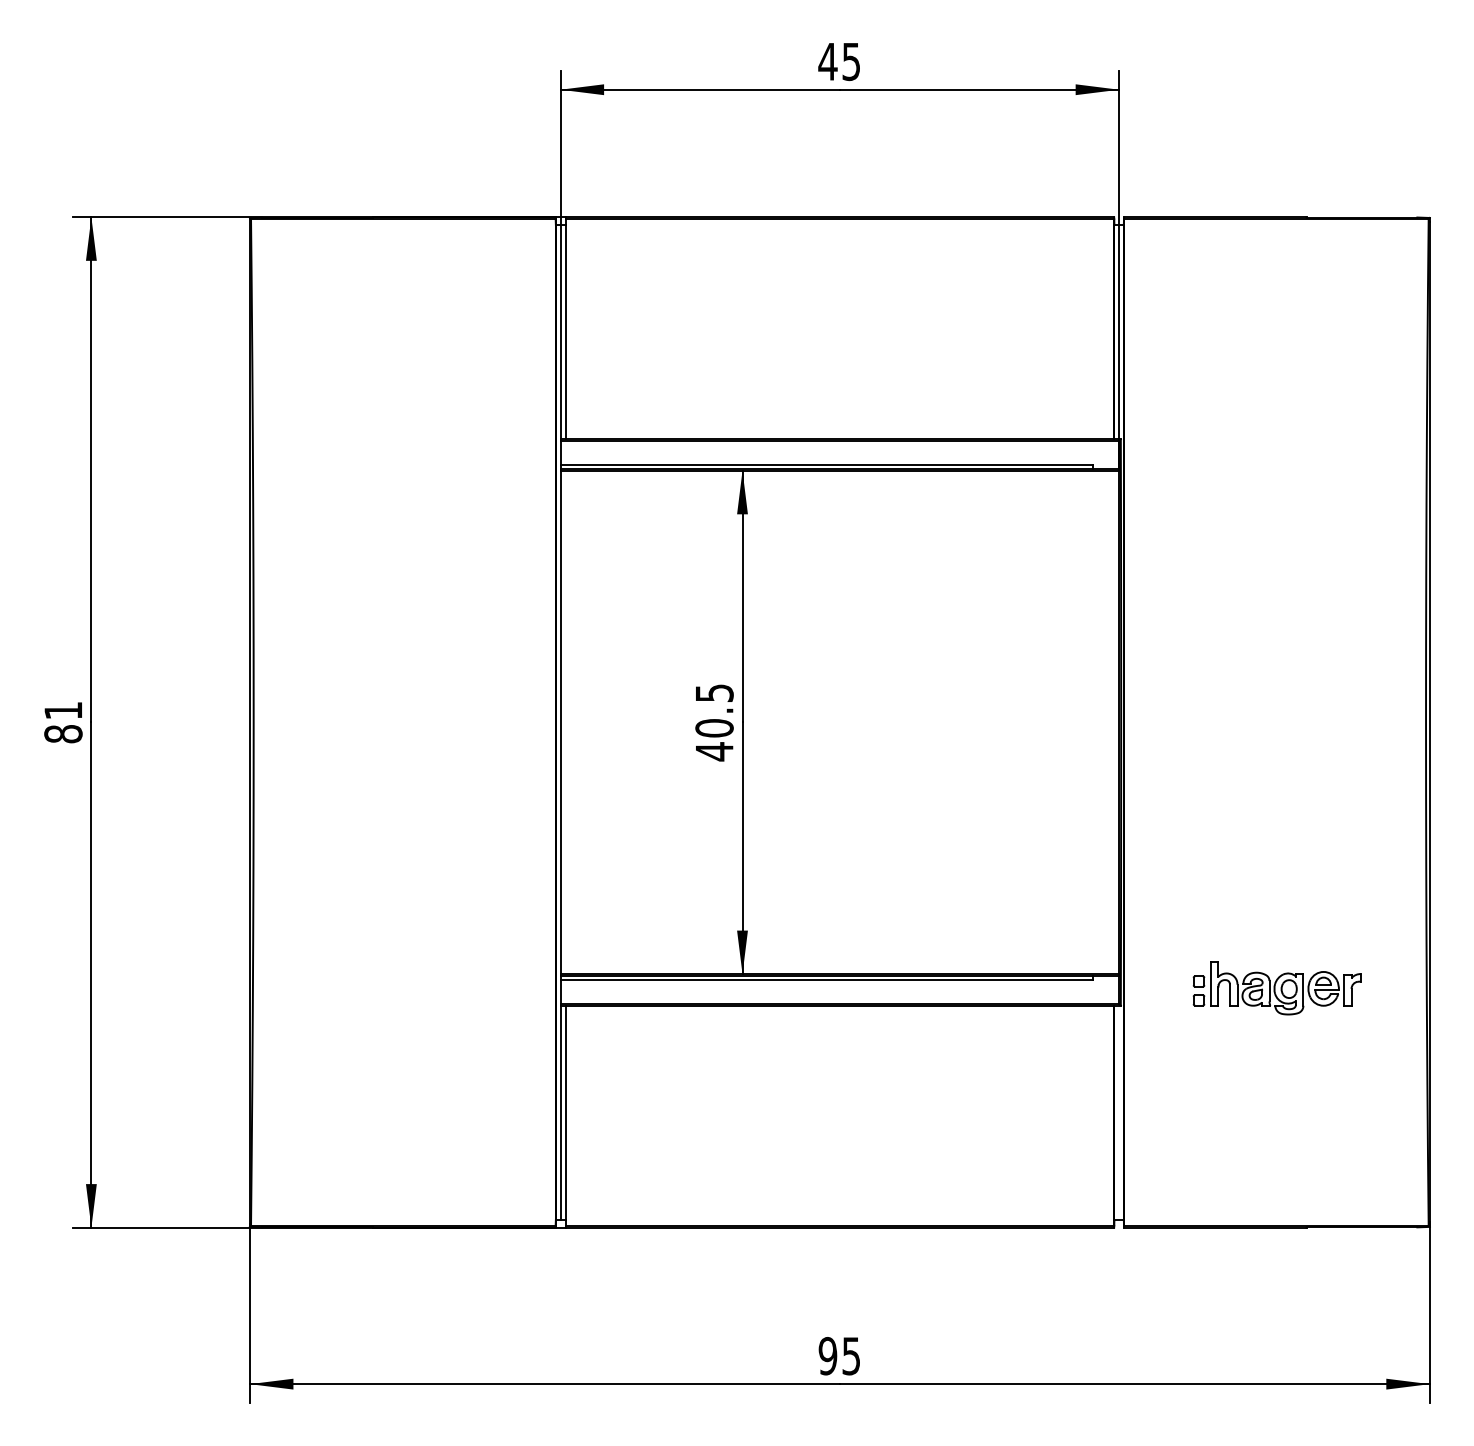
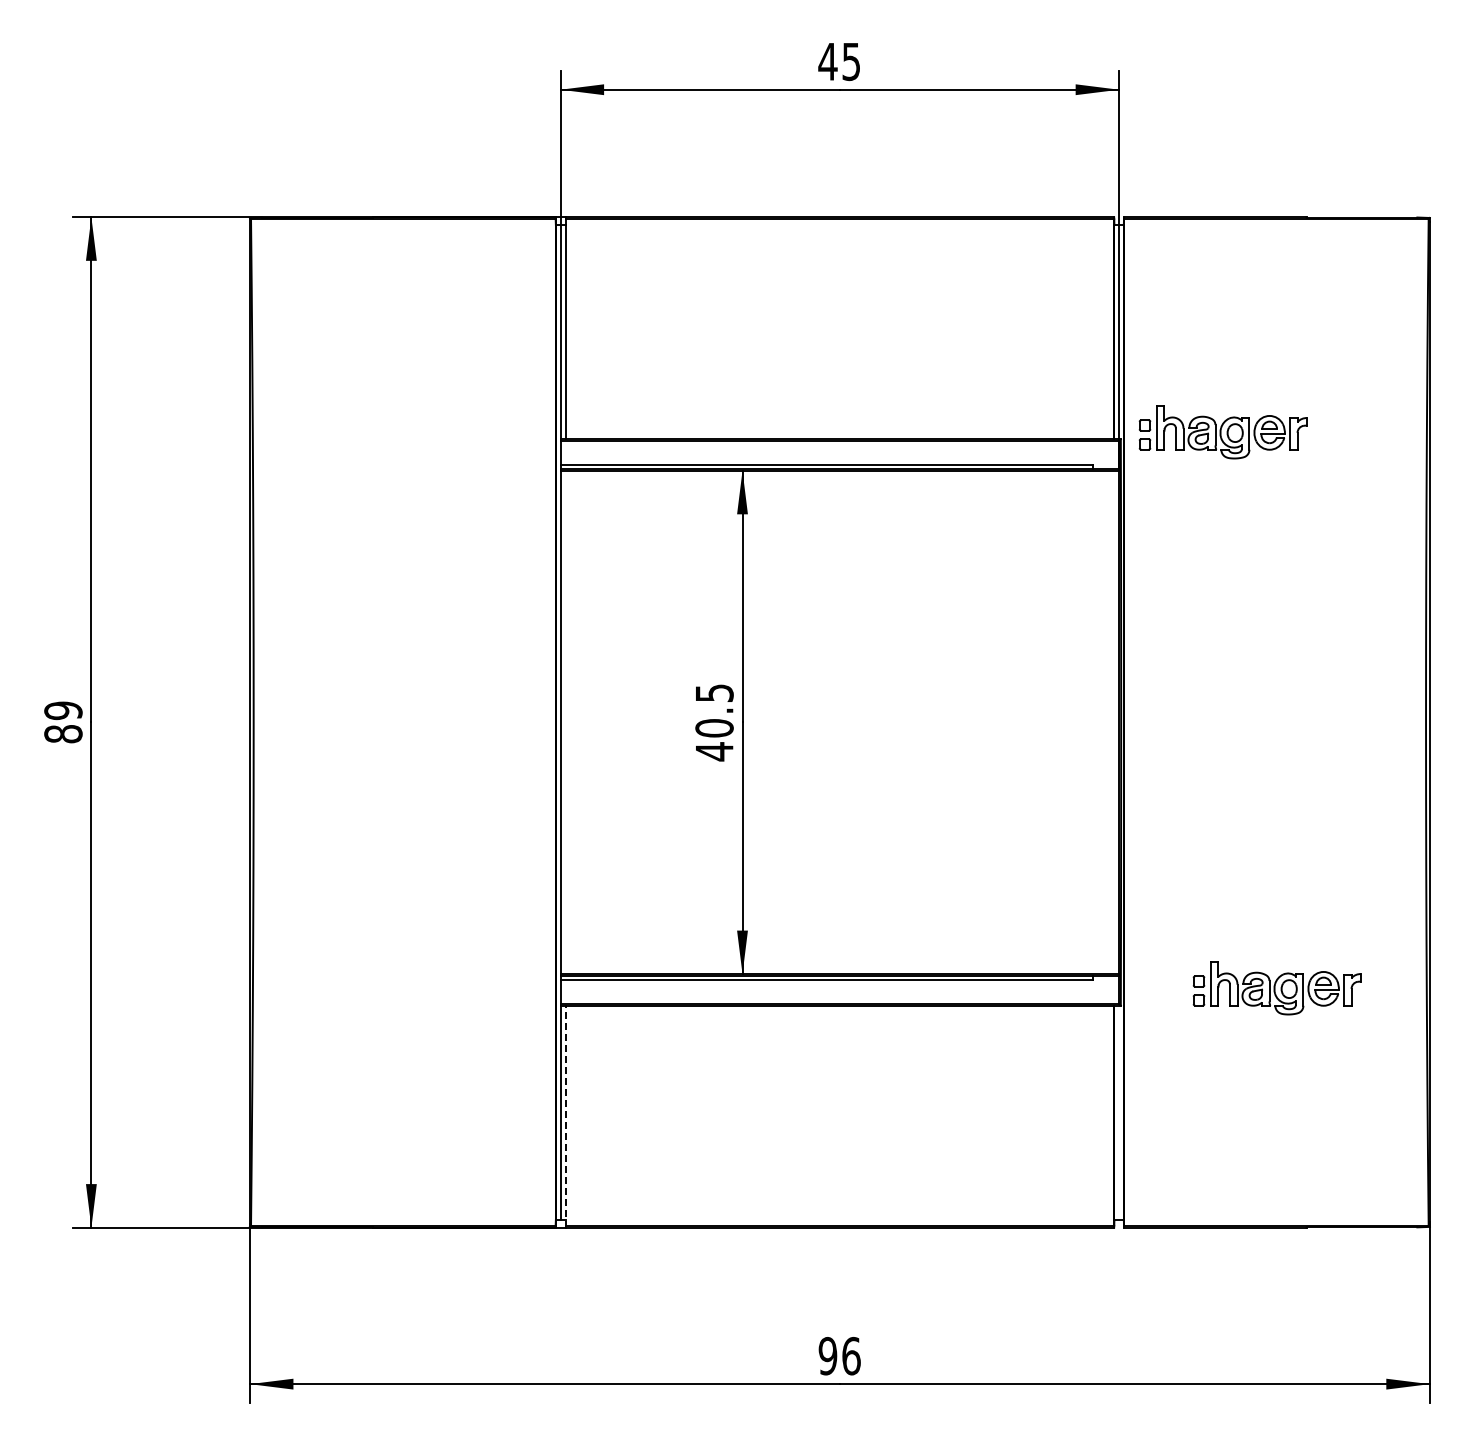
part at (1222, 432): none -> present
text at (63, 710): 81 -> 89
line at (565, 1116): solid -> dashed
text at (851, 1355): 95 -> 96
